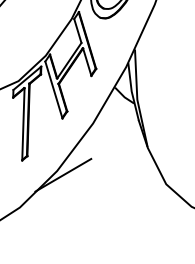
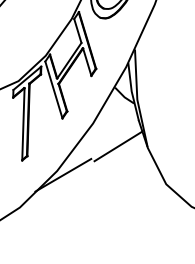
line at (118, 146): none -> present
